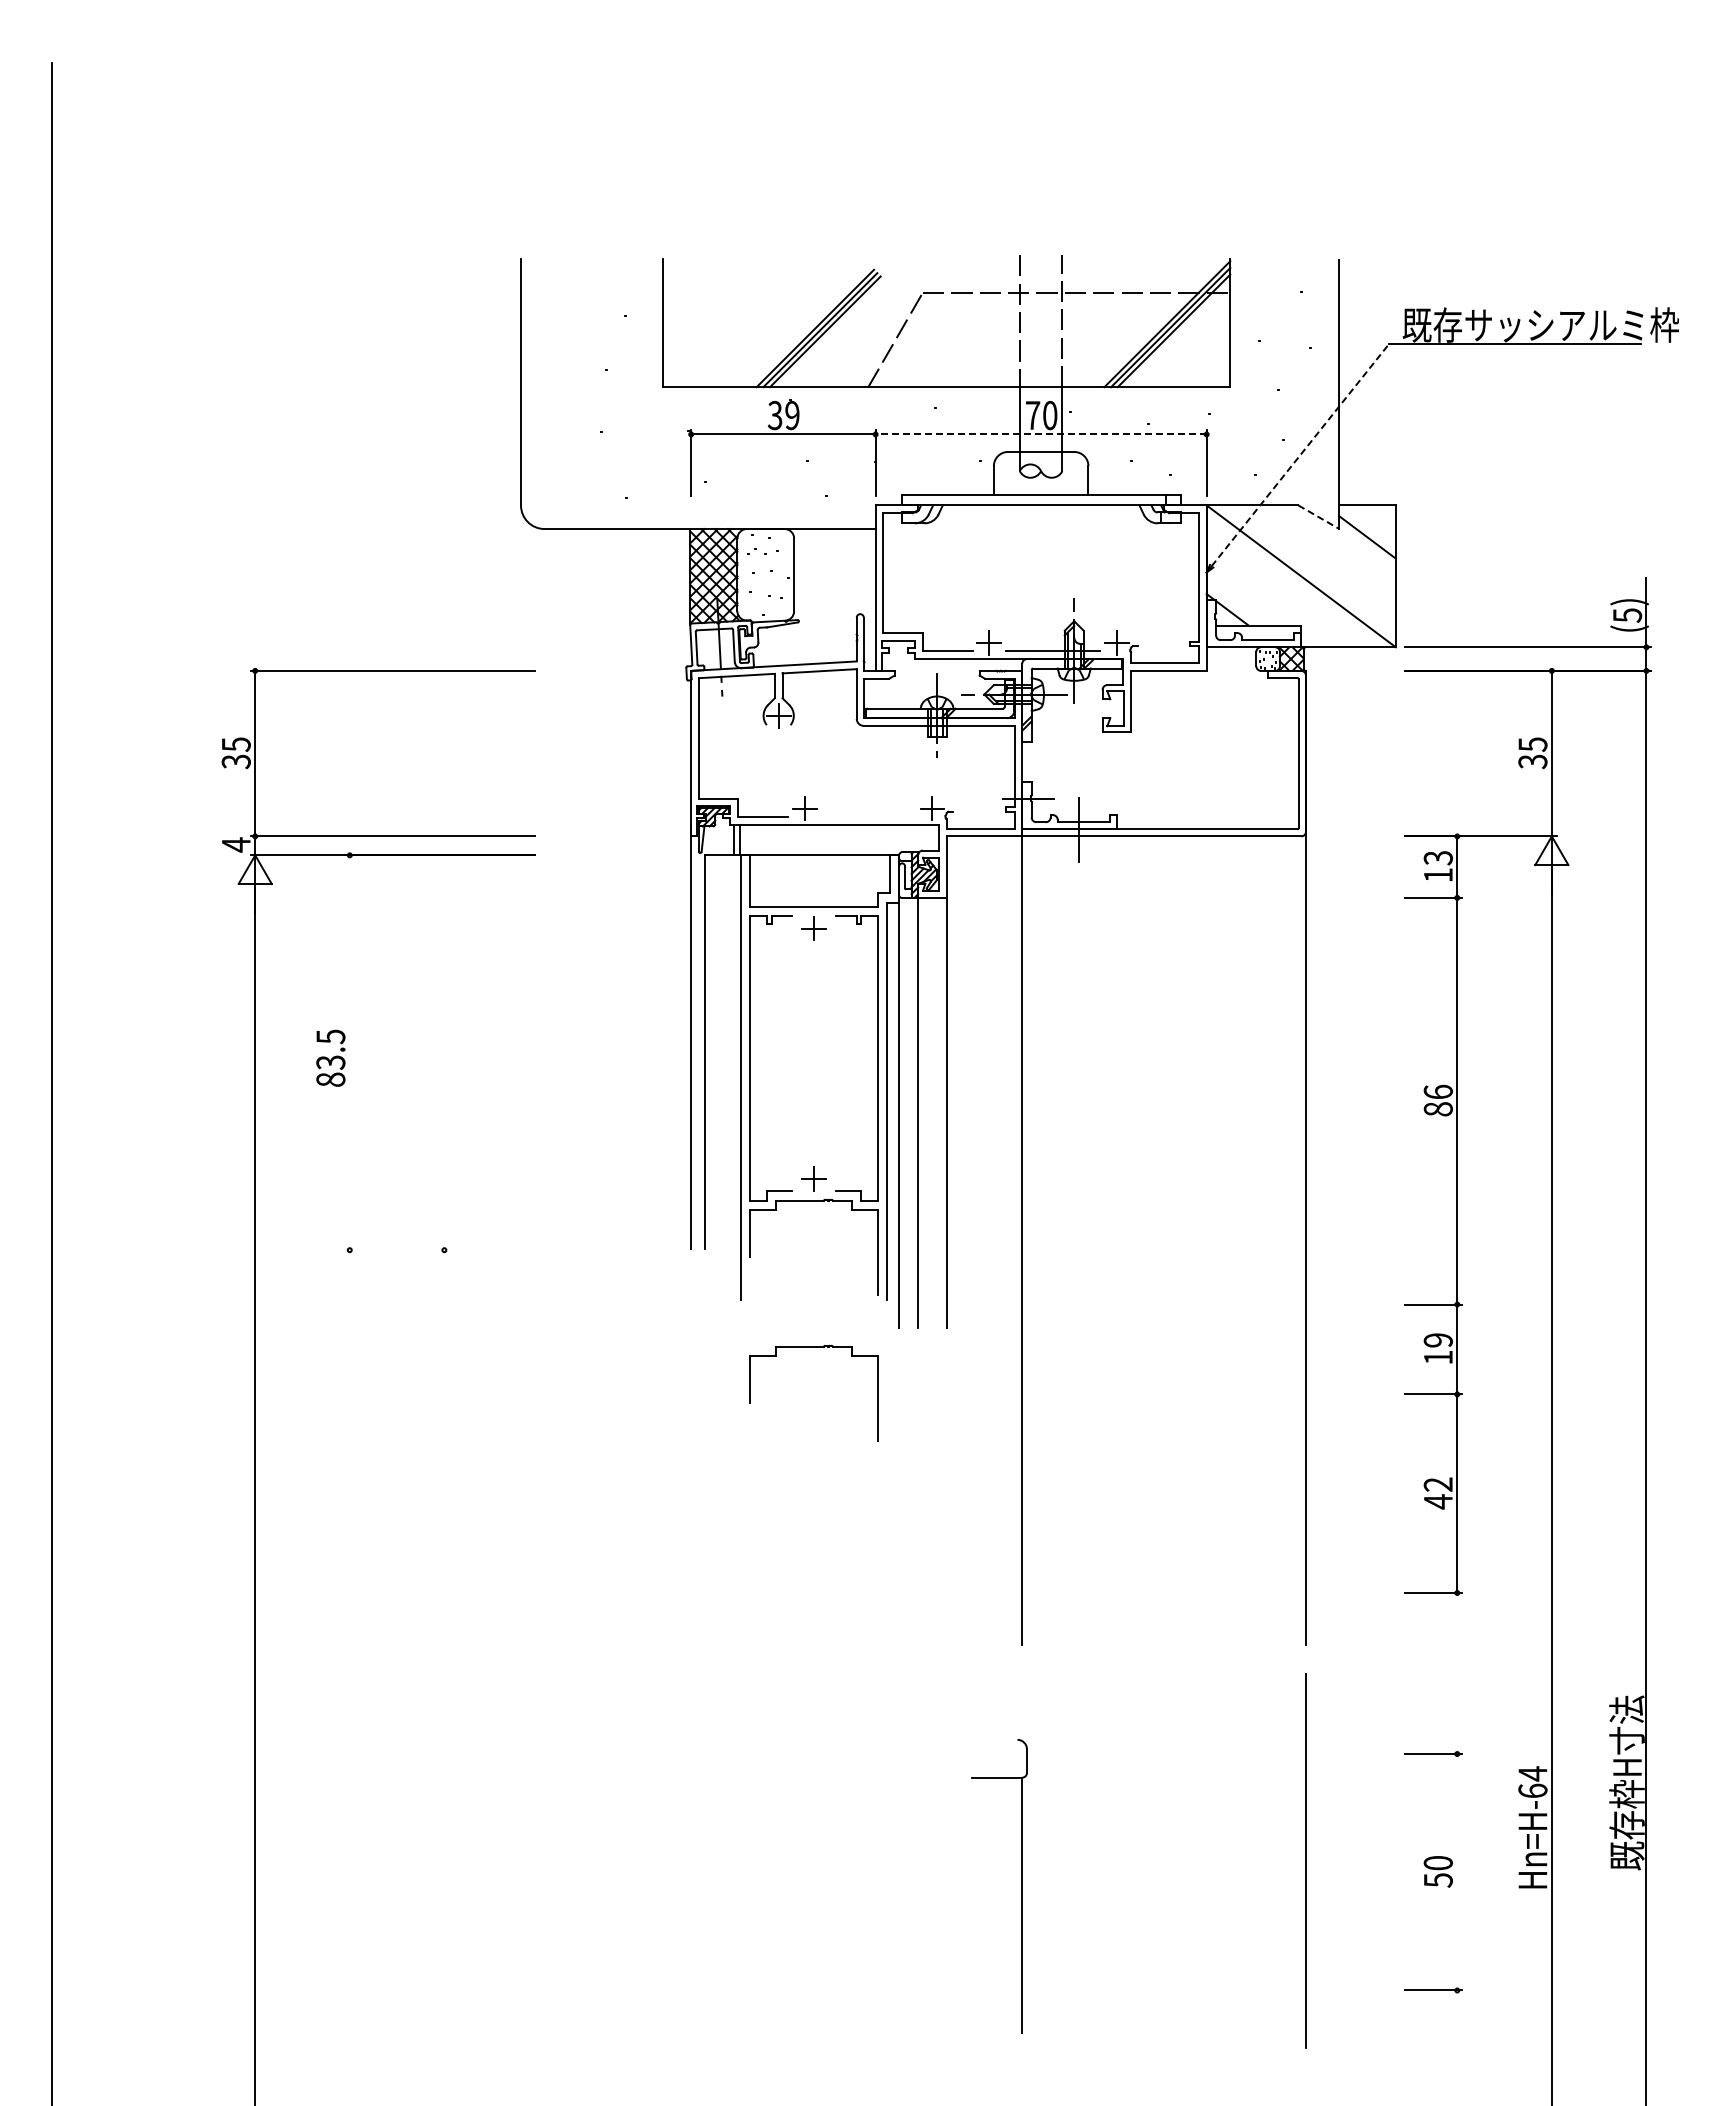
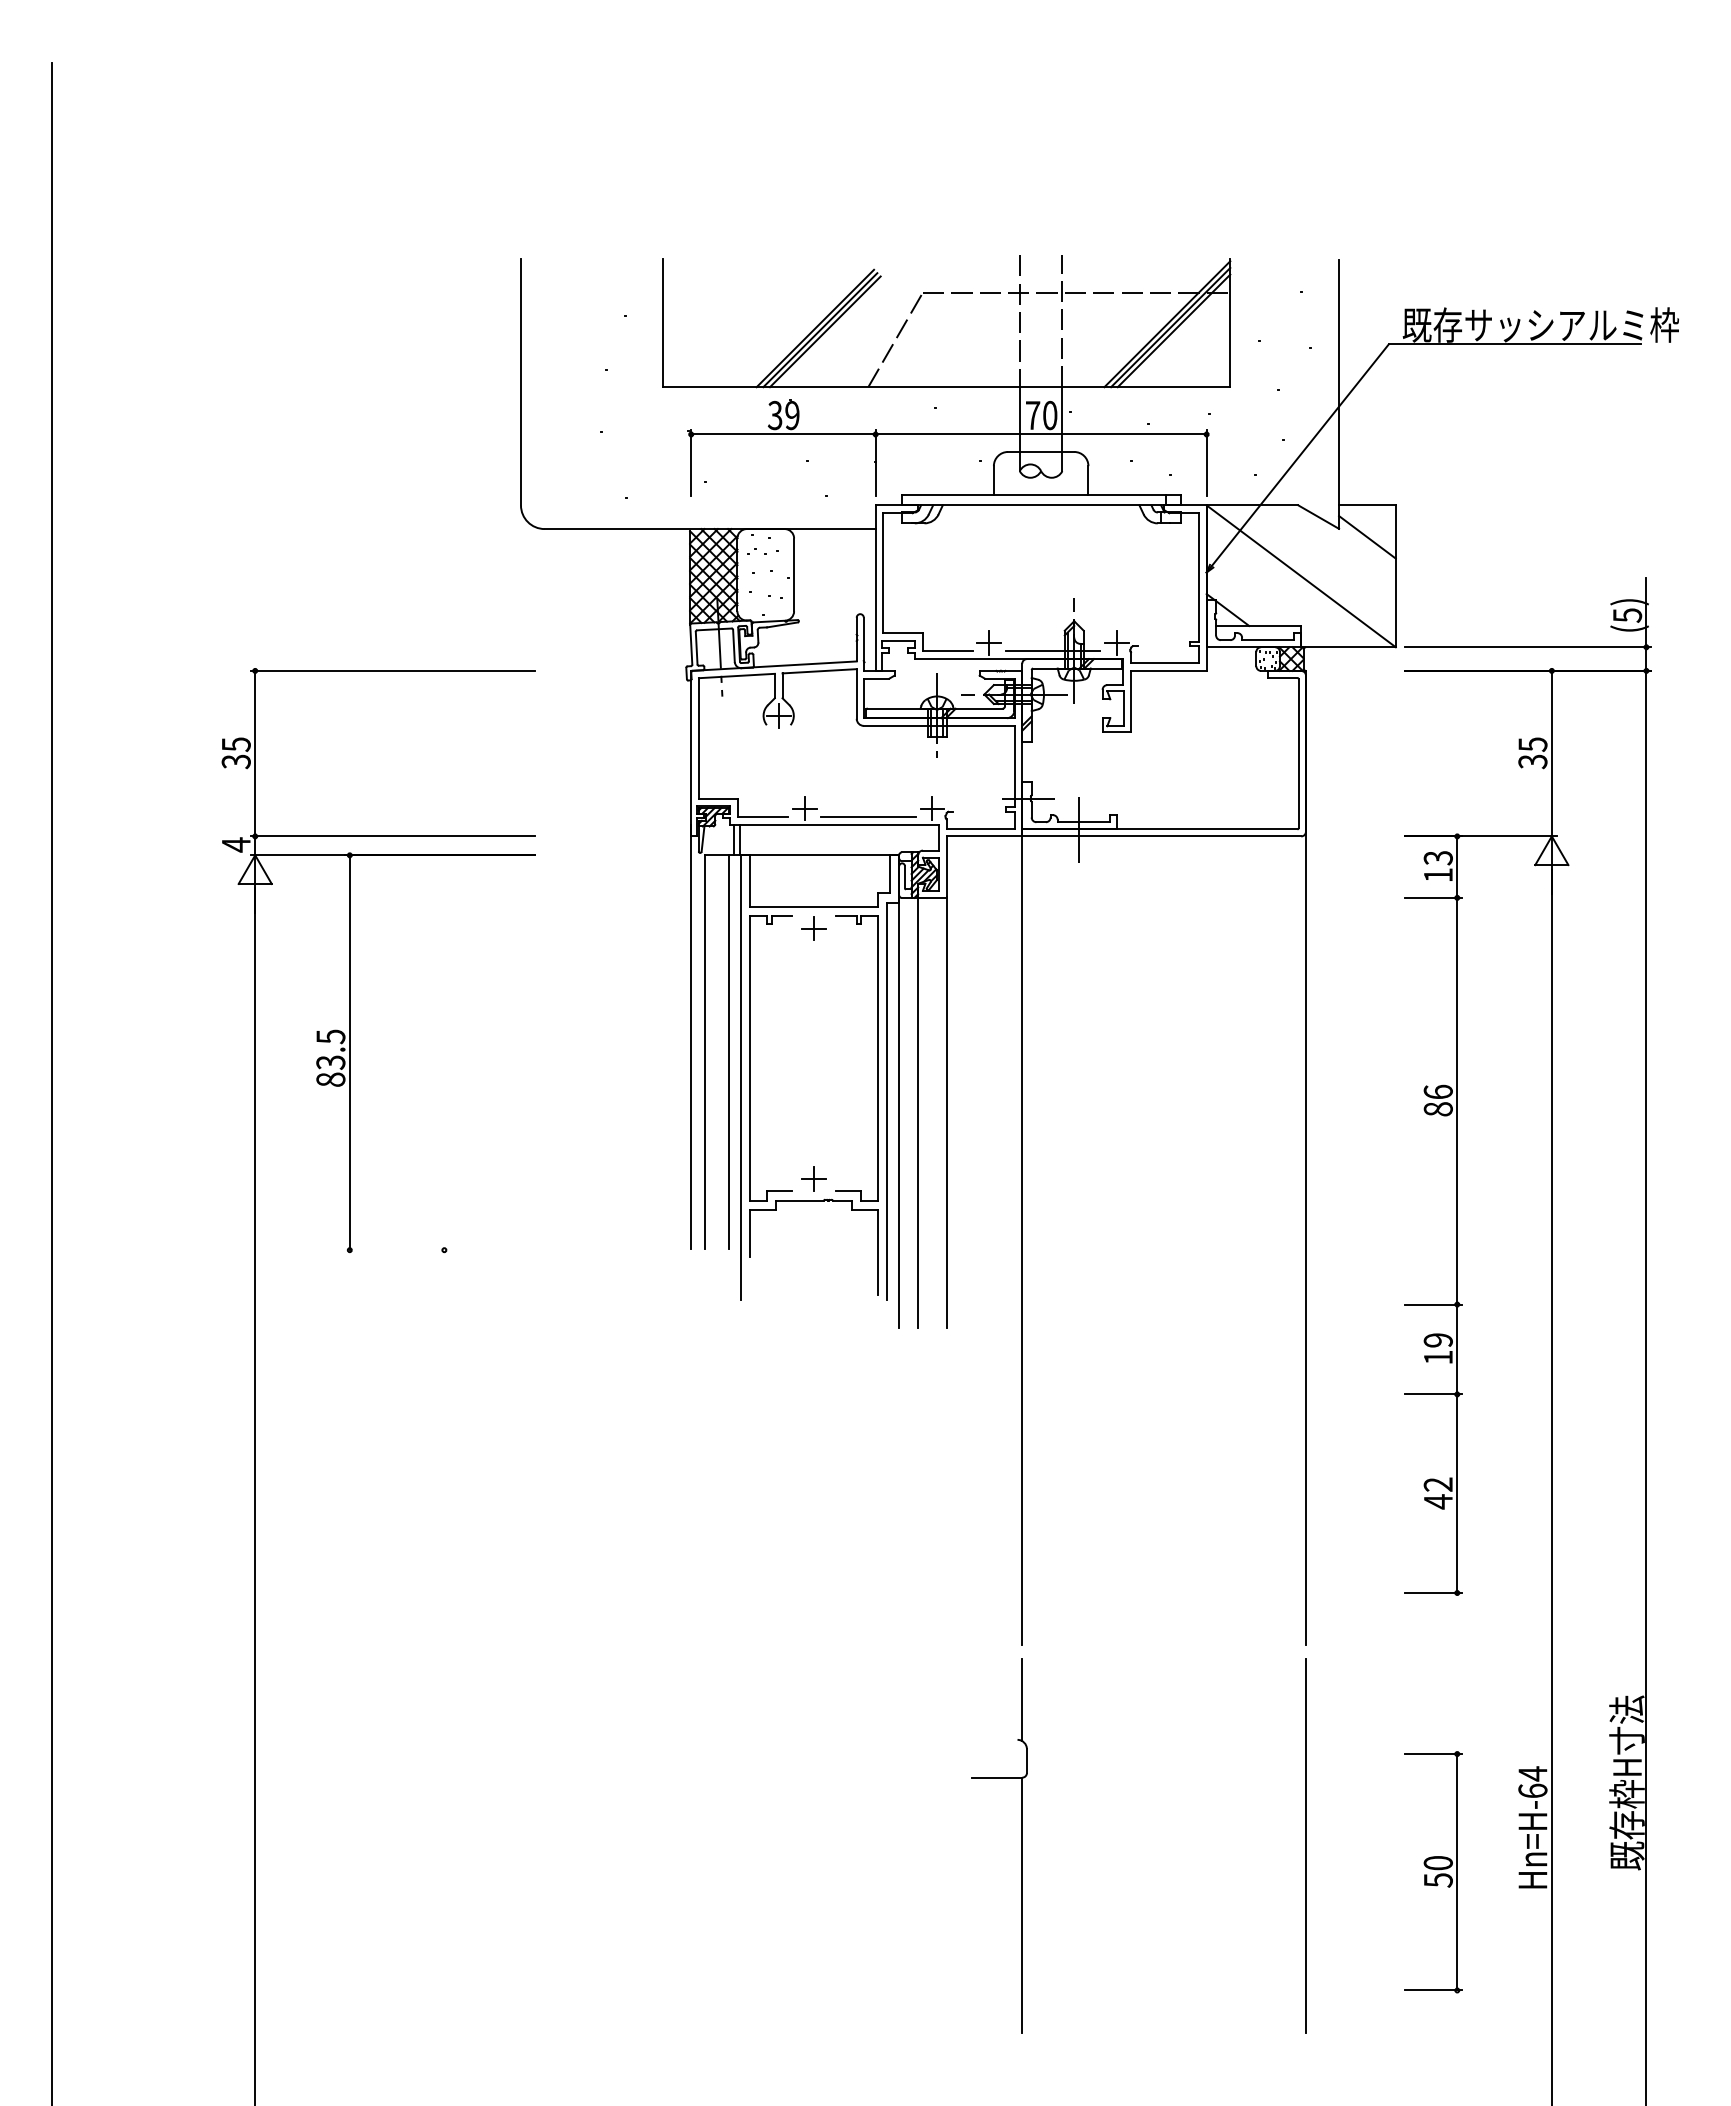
line at (1041, 434): dashed -> solid
line at (1300, 455): dashed -> solid
line at (1319, 517): dashed -> solid
line at (868, 816): none -> present
line at (349, 1052): none -> present
line at (729, 1052): none -> present
part at (813, 1347): present -> none
line at (1022, 1700): none -> present
line at (1305, 1860) position: (1305, 1860) -> (1305, 1845)
line at (1457, 1872): none -> present
